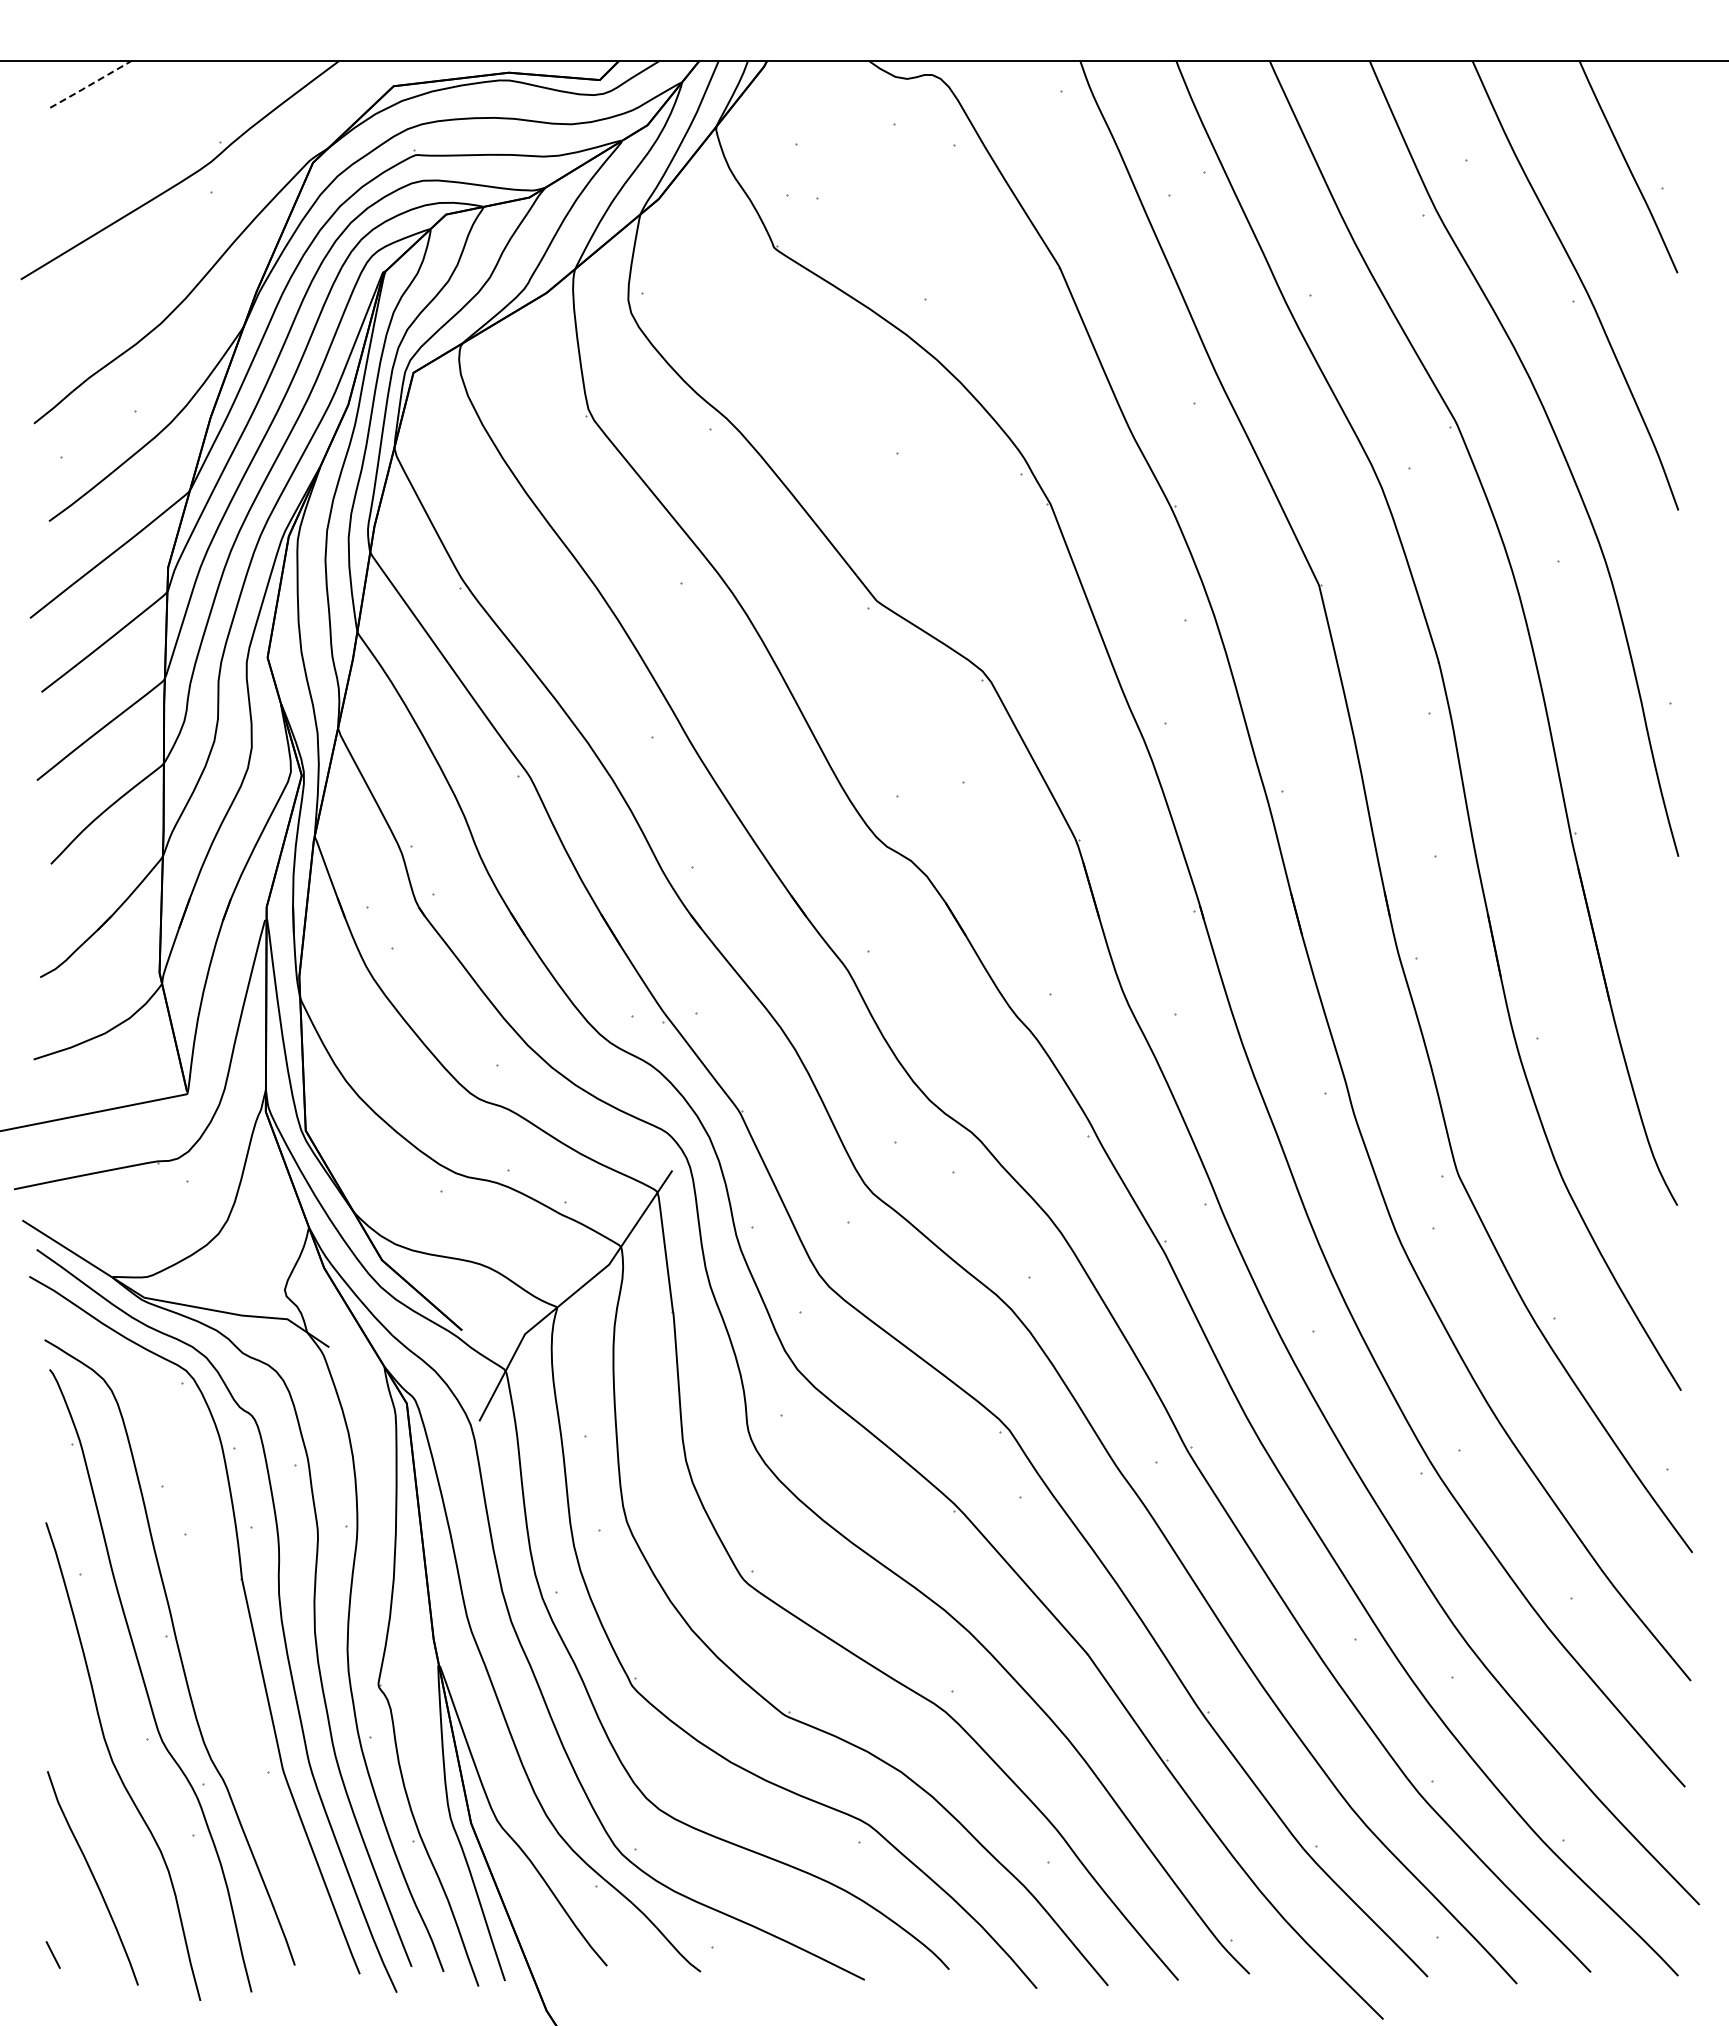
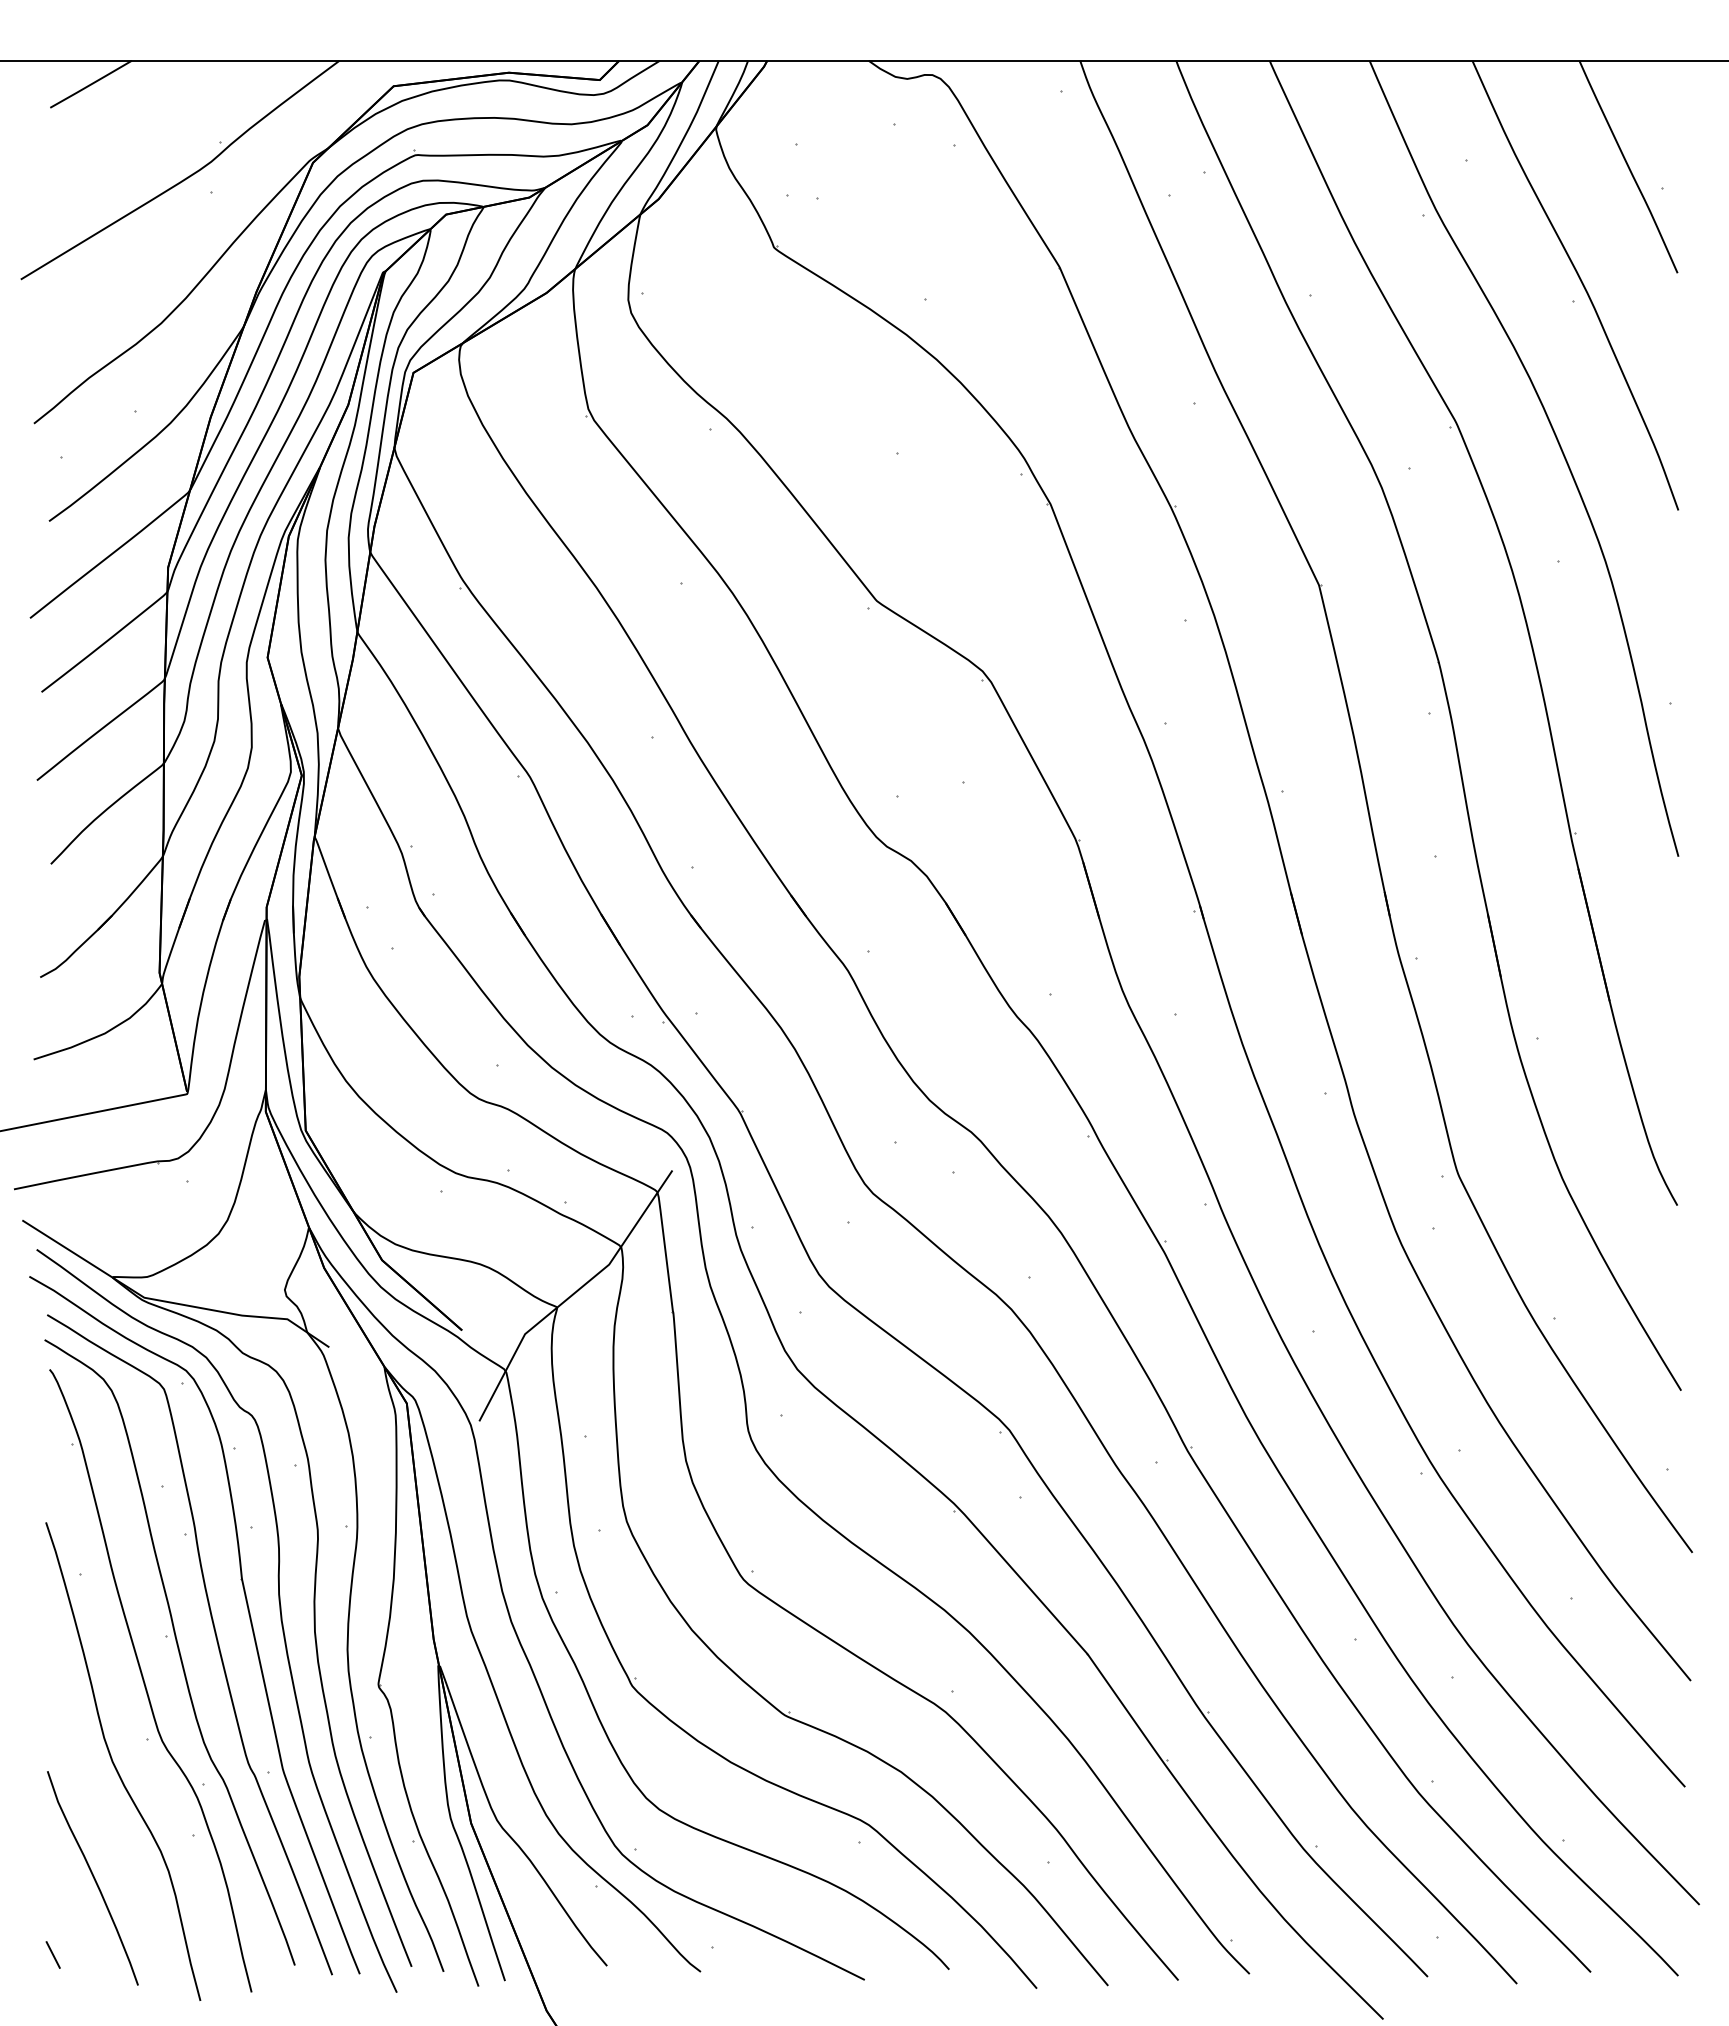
line at (91, 84): dashed -> solid
curve at (215, 1637): none -> present
